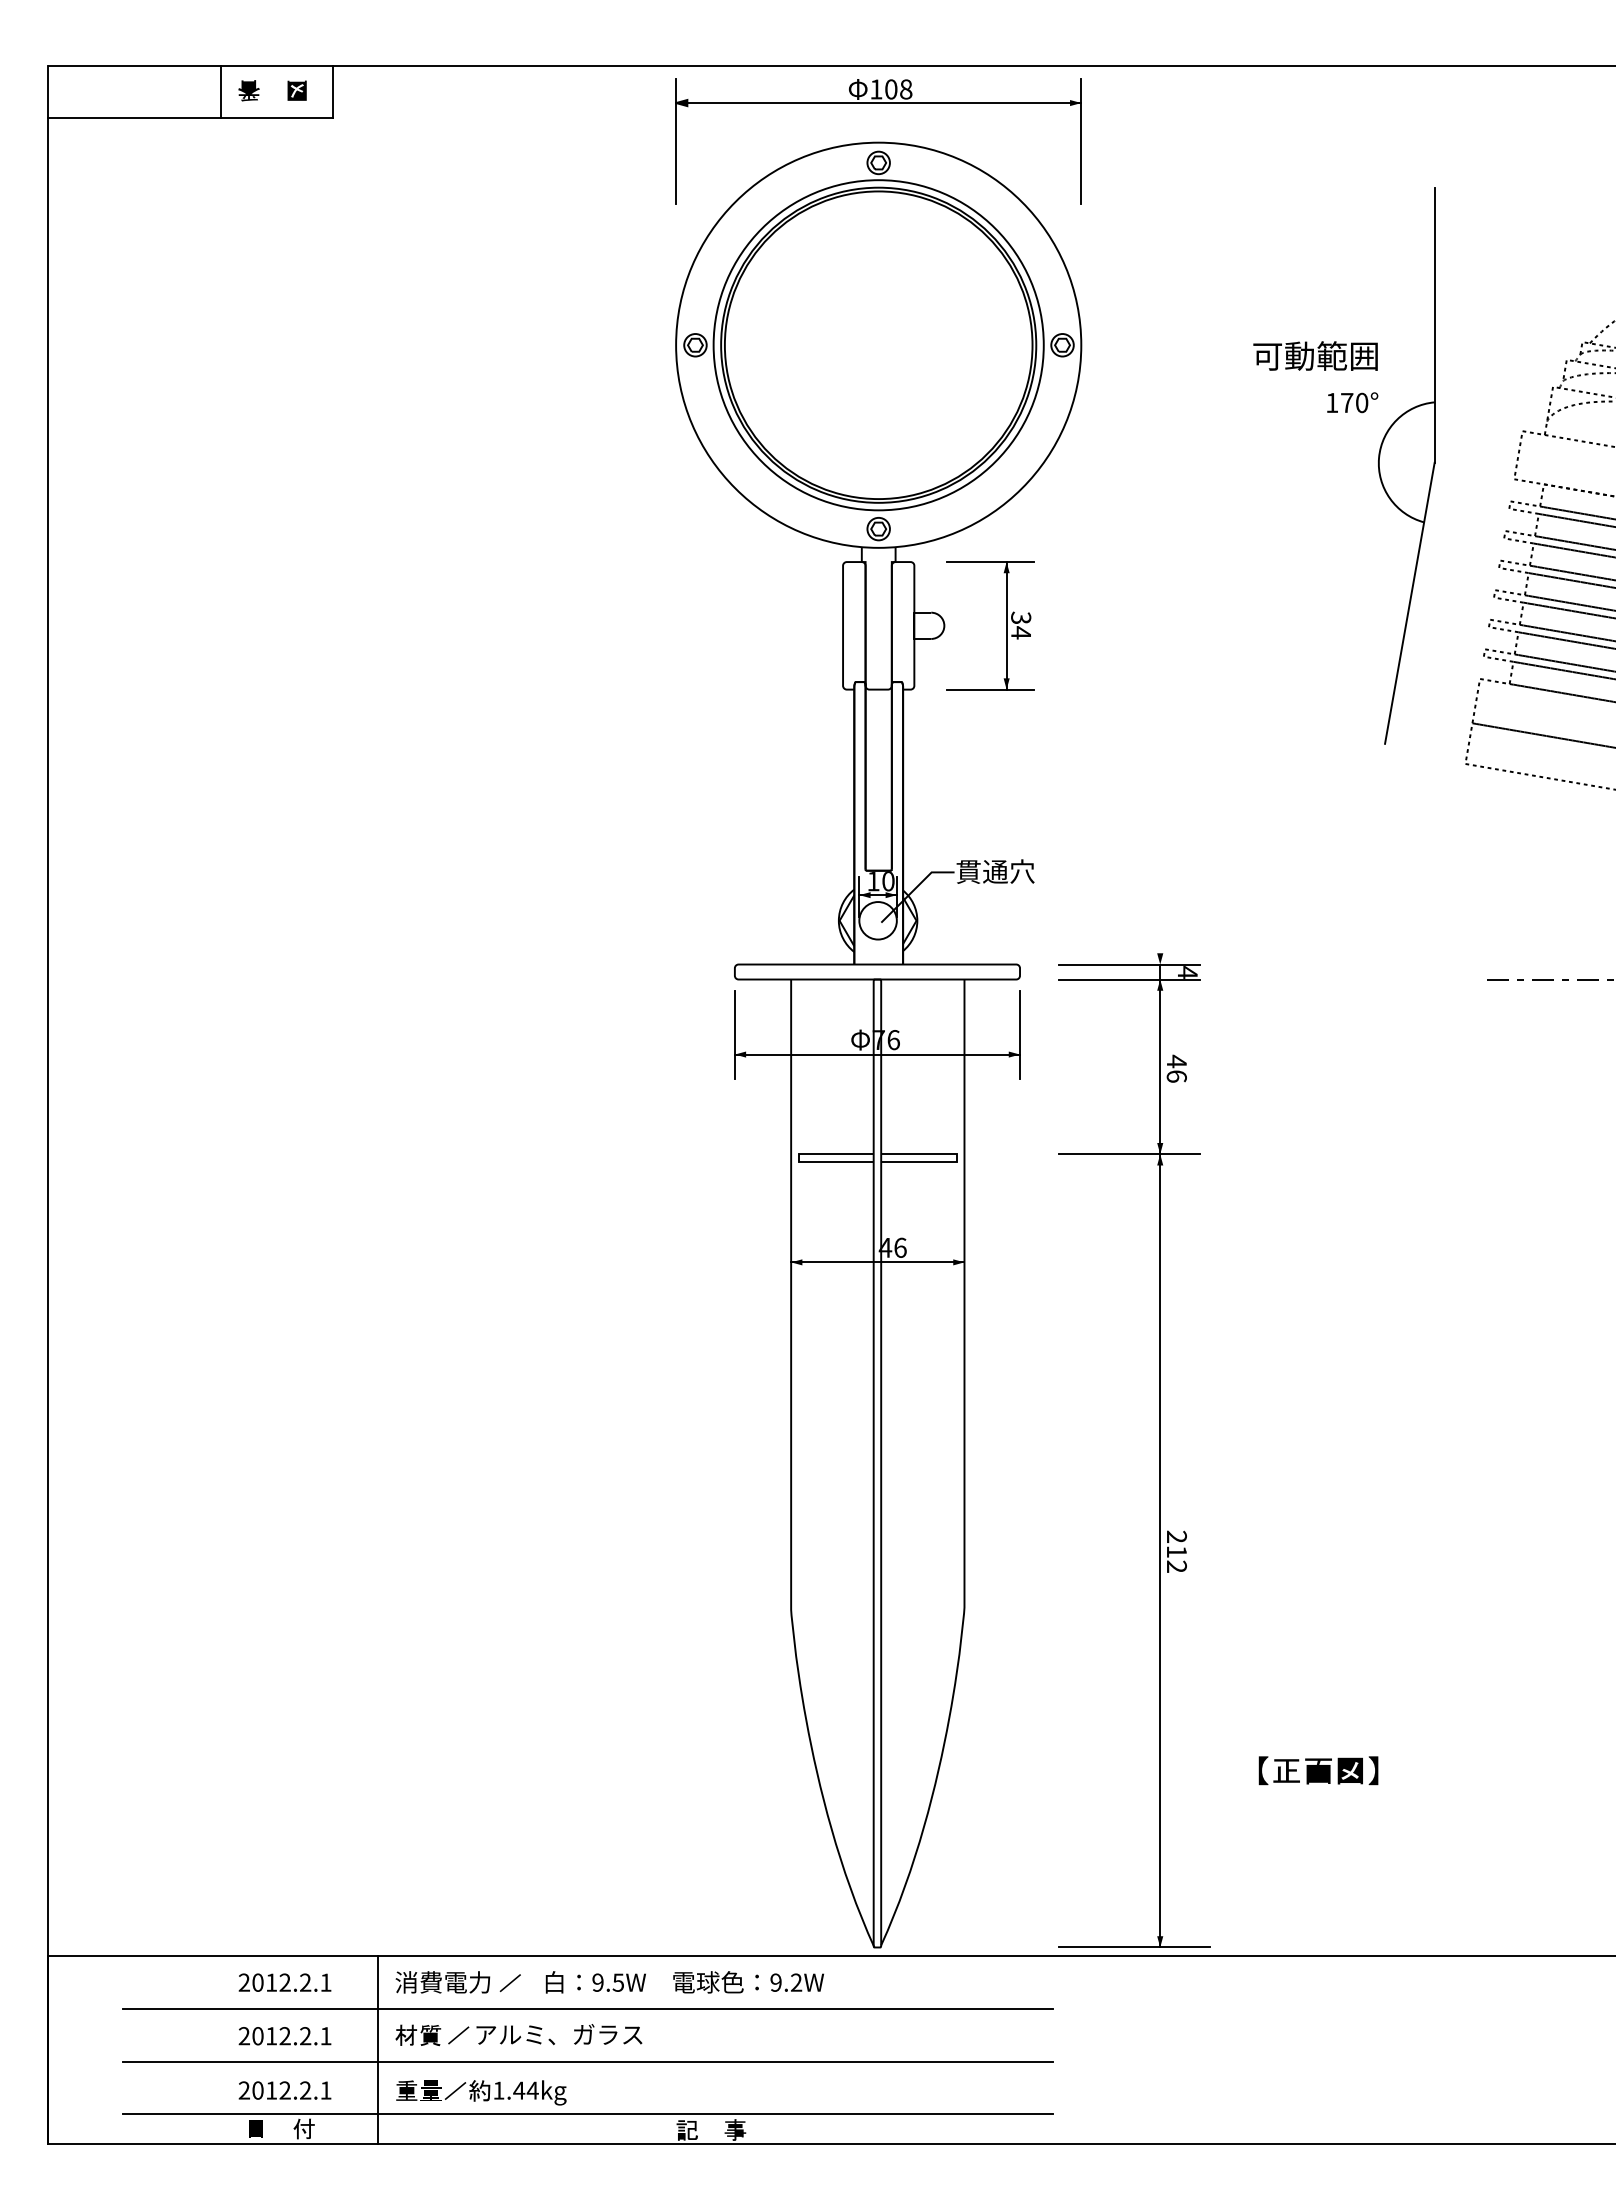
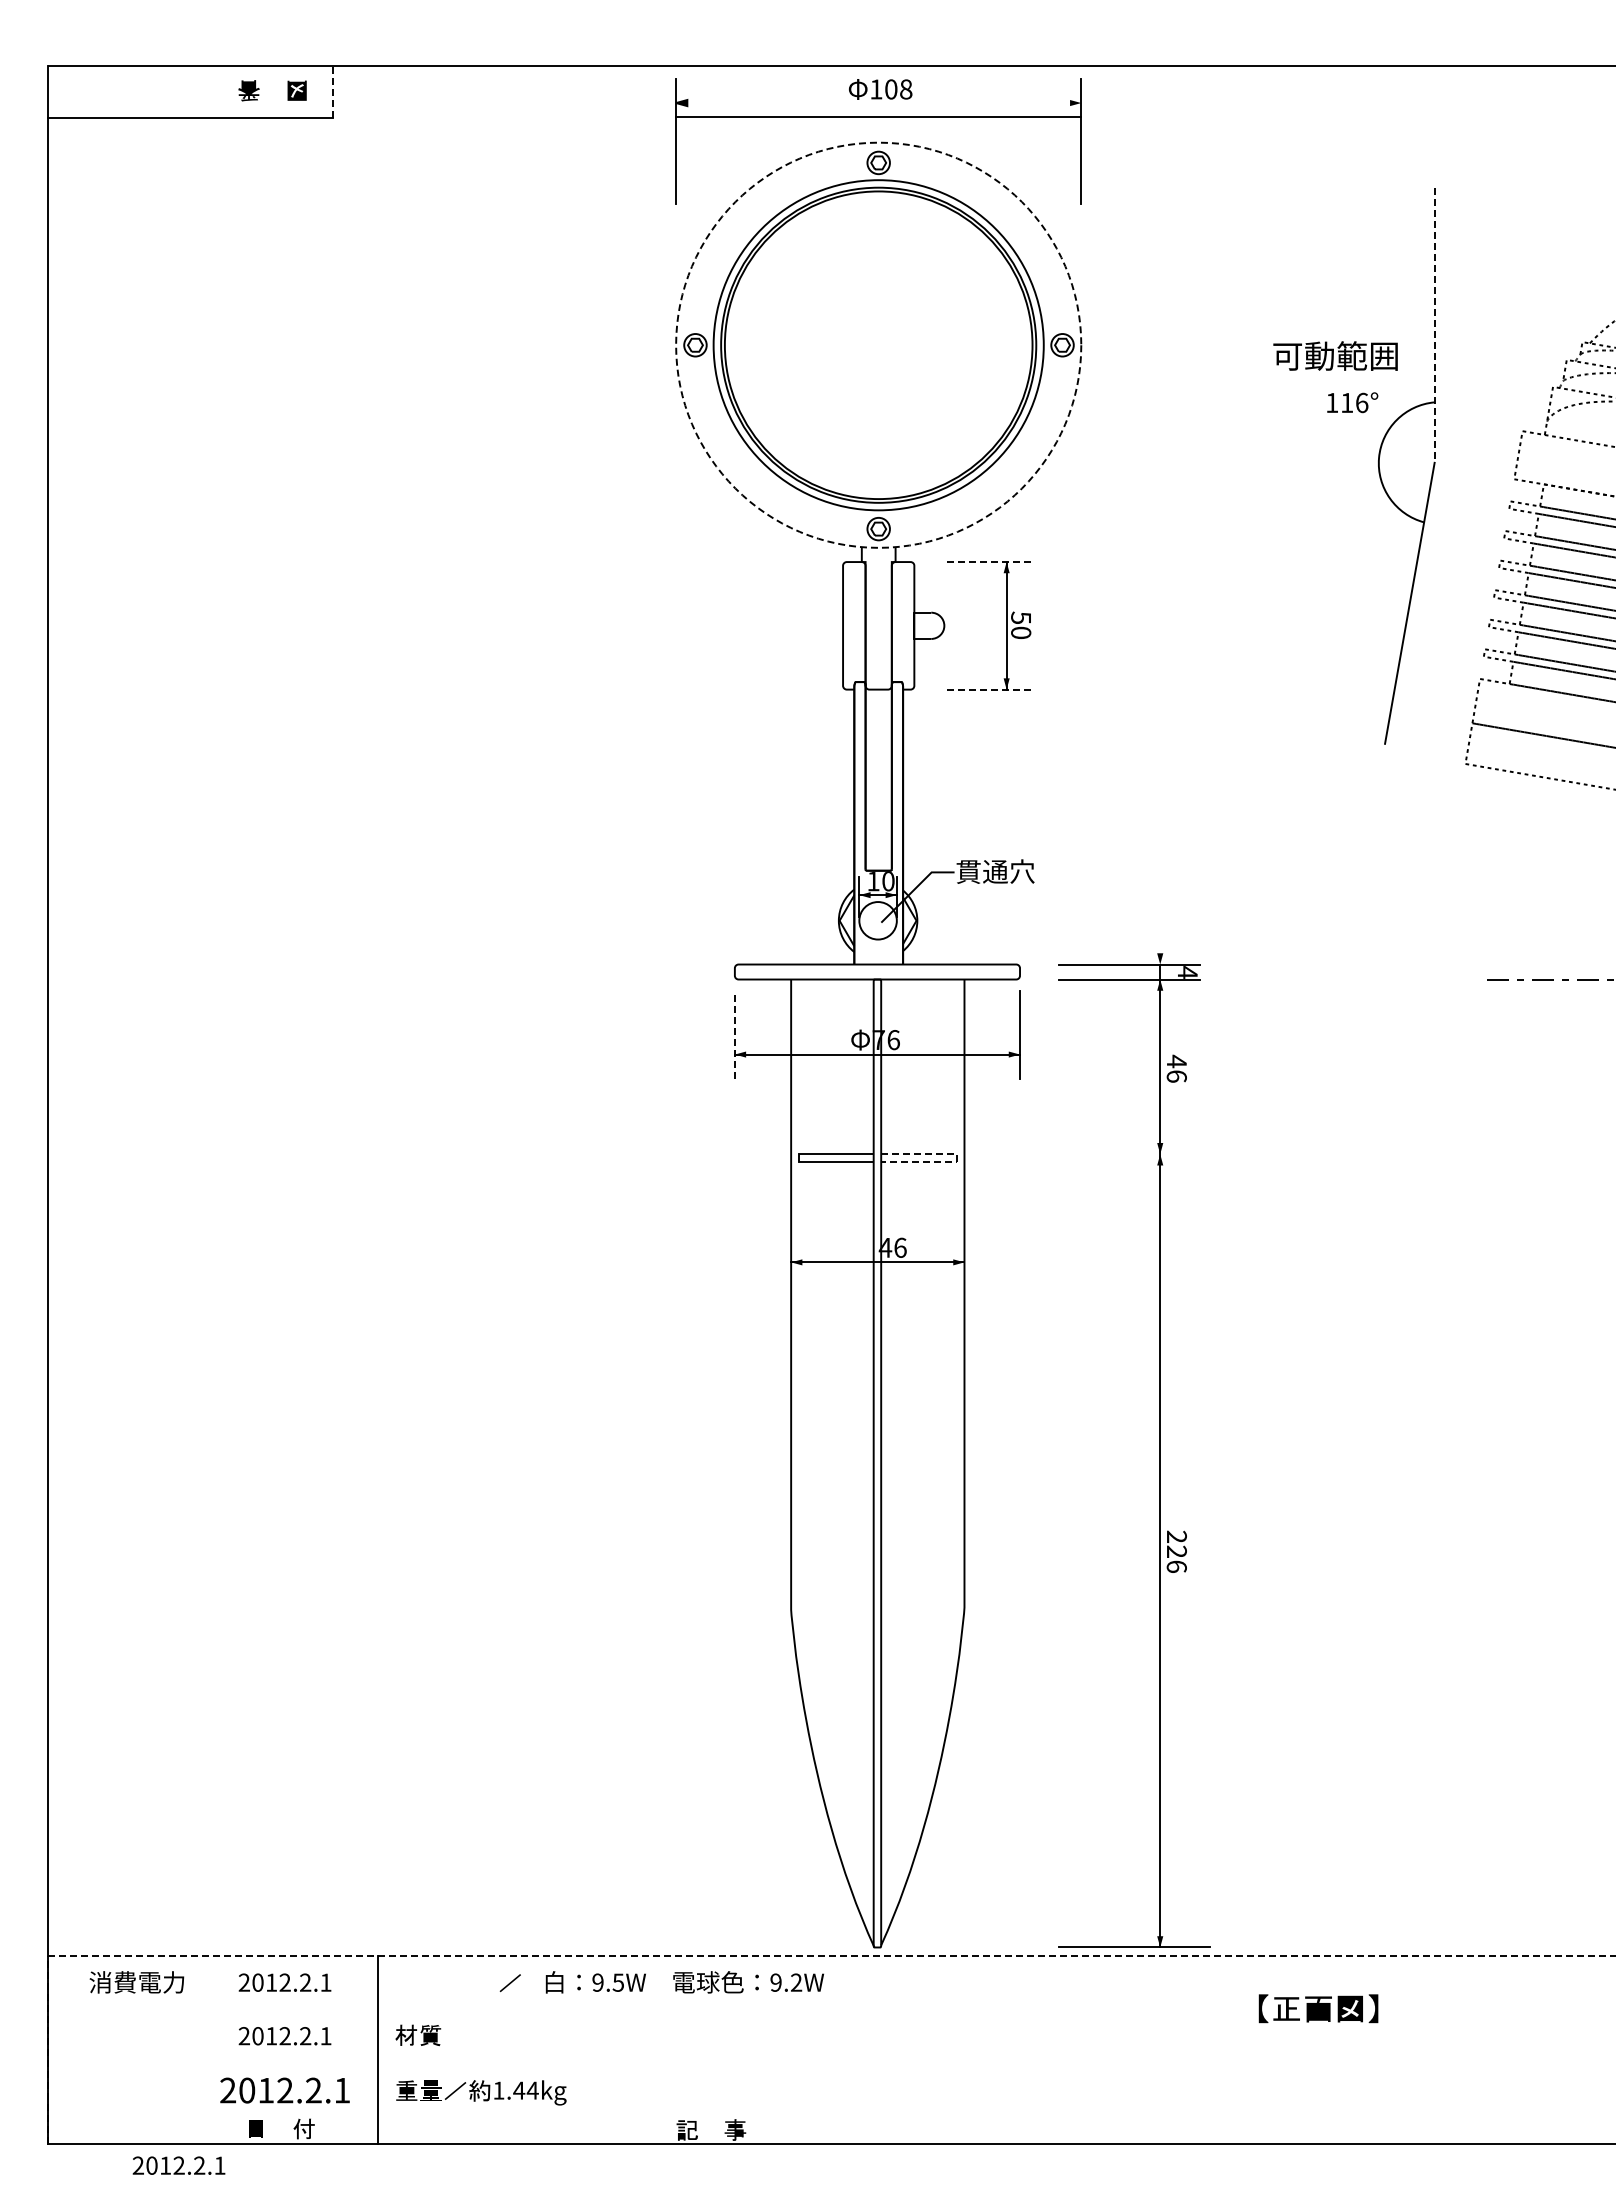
line at (332, 91): solid -> dashed
line at (220, 92): present -> none
line at (878, 103) position: (878, 103) -> (878, 117)
line at (1434, 326): solid -> dashed
circle at (878, 344): solid -> dashed
part at (1315, 355) position: (1315, 355) -> (1335, 355)
text at (1354, 402): 170° -> 116°
line at (991, 562): solid -> dashed
text at (1021, 625): 34 -> 50
line at (991, 689): solid -> dashed
line at (734, 1034): solid -> dashed
line at (1129, 1154): present -> none
line at (956, 1158): solid -> dashed
text at (1176, 1558): 212 -> 226
part at (1318, 1770) position: (1318, 1770) -> (1318, 2008)
line at (737, 1956): solid -> dashed
part at (442, 1982) position: (442, 1982) -> (136, 1982)
line at (588, 2009): present -> none
part at (545, 2034): present -> none
line at (588, 2061): present -> none
part at (284, 2090) size: 94x19 px -> 130x27 px
line at (588, 2113): present -> none
part at (178, 2165): none -> present
